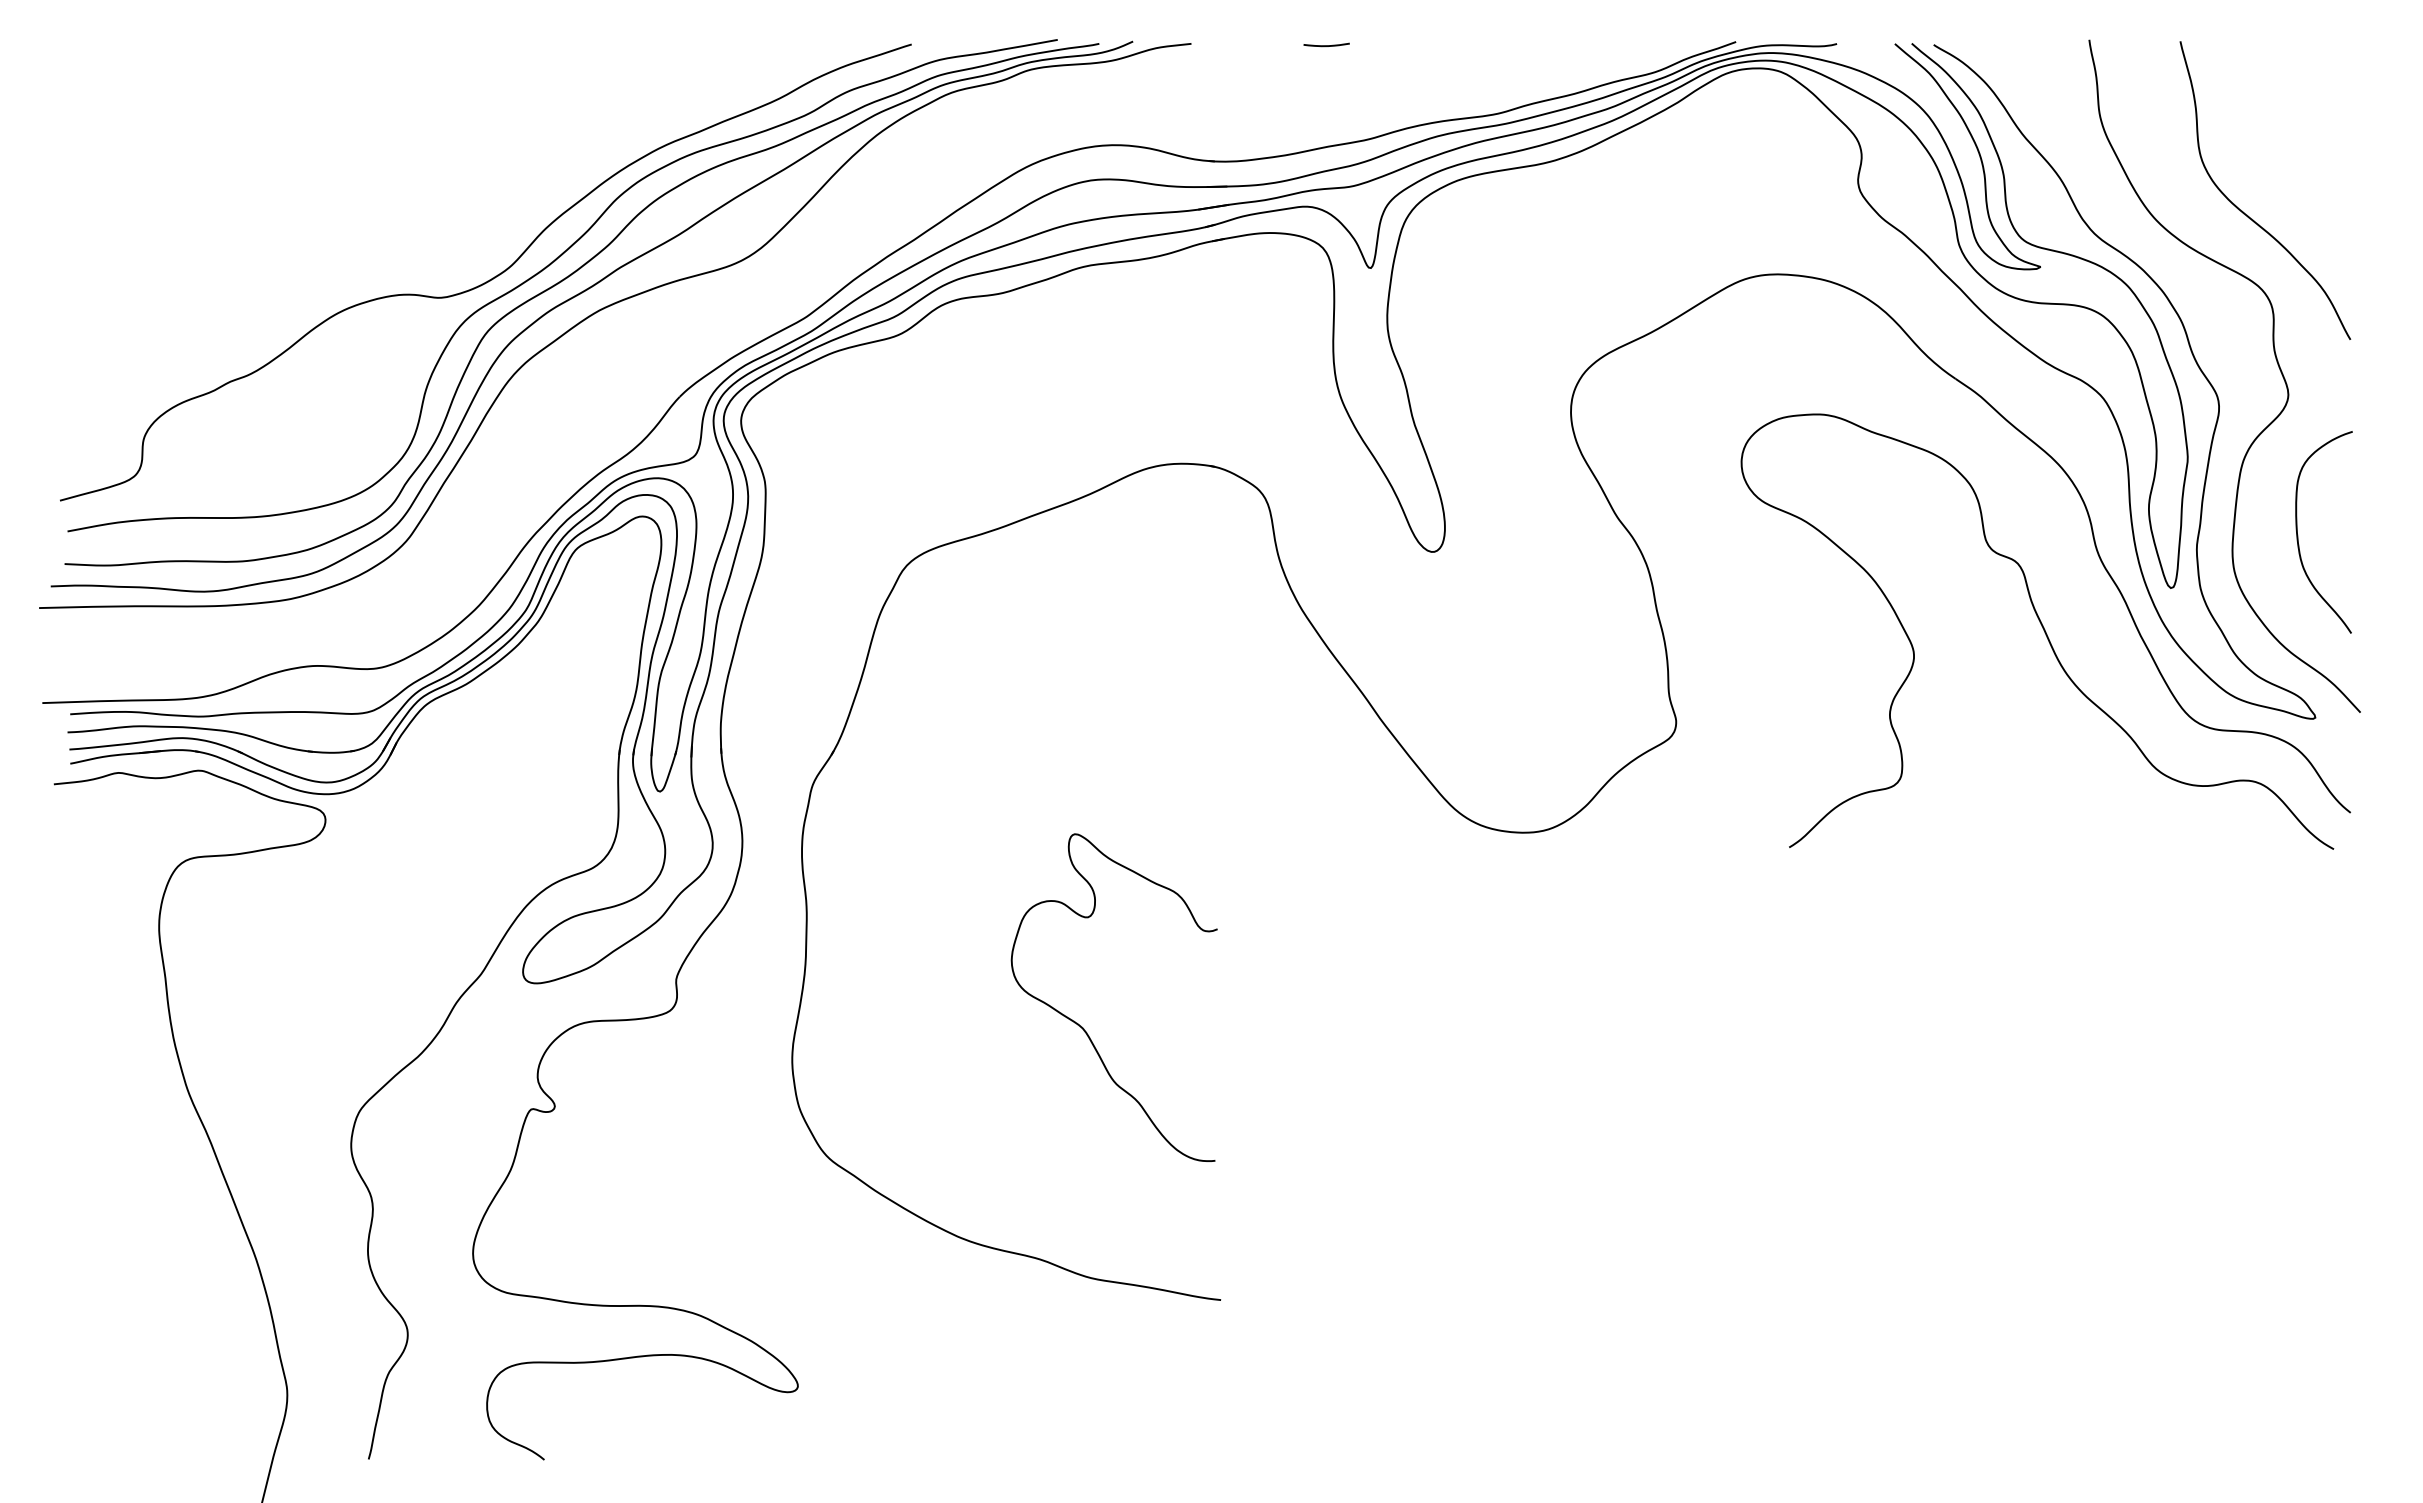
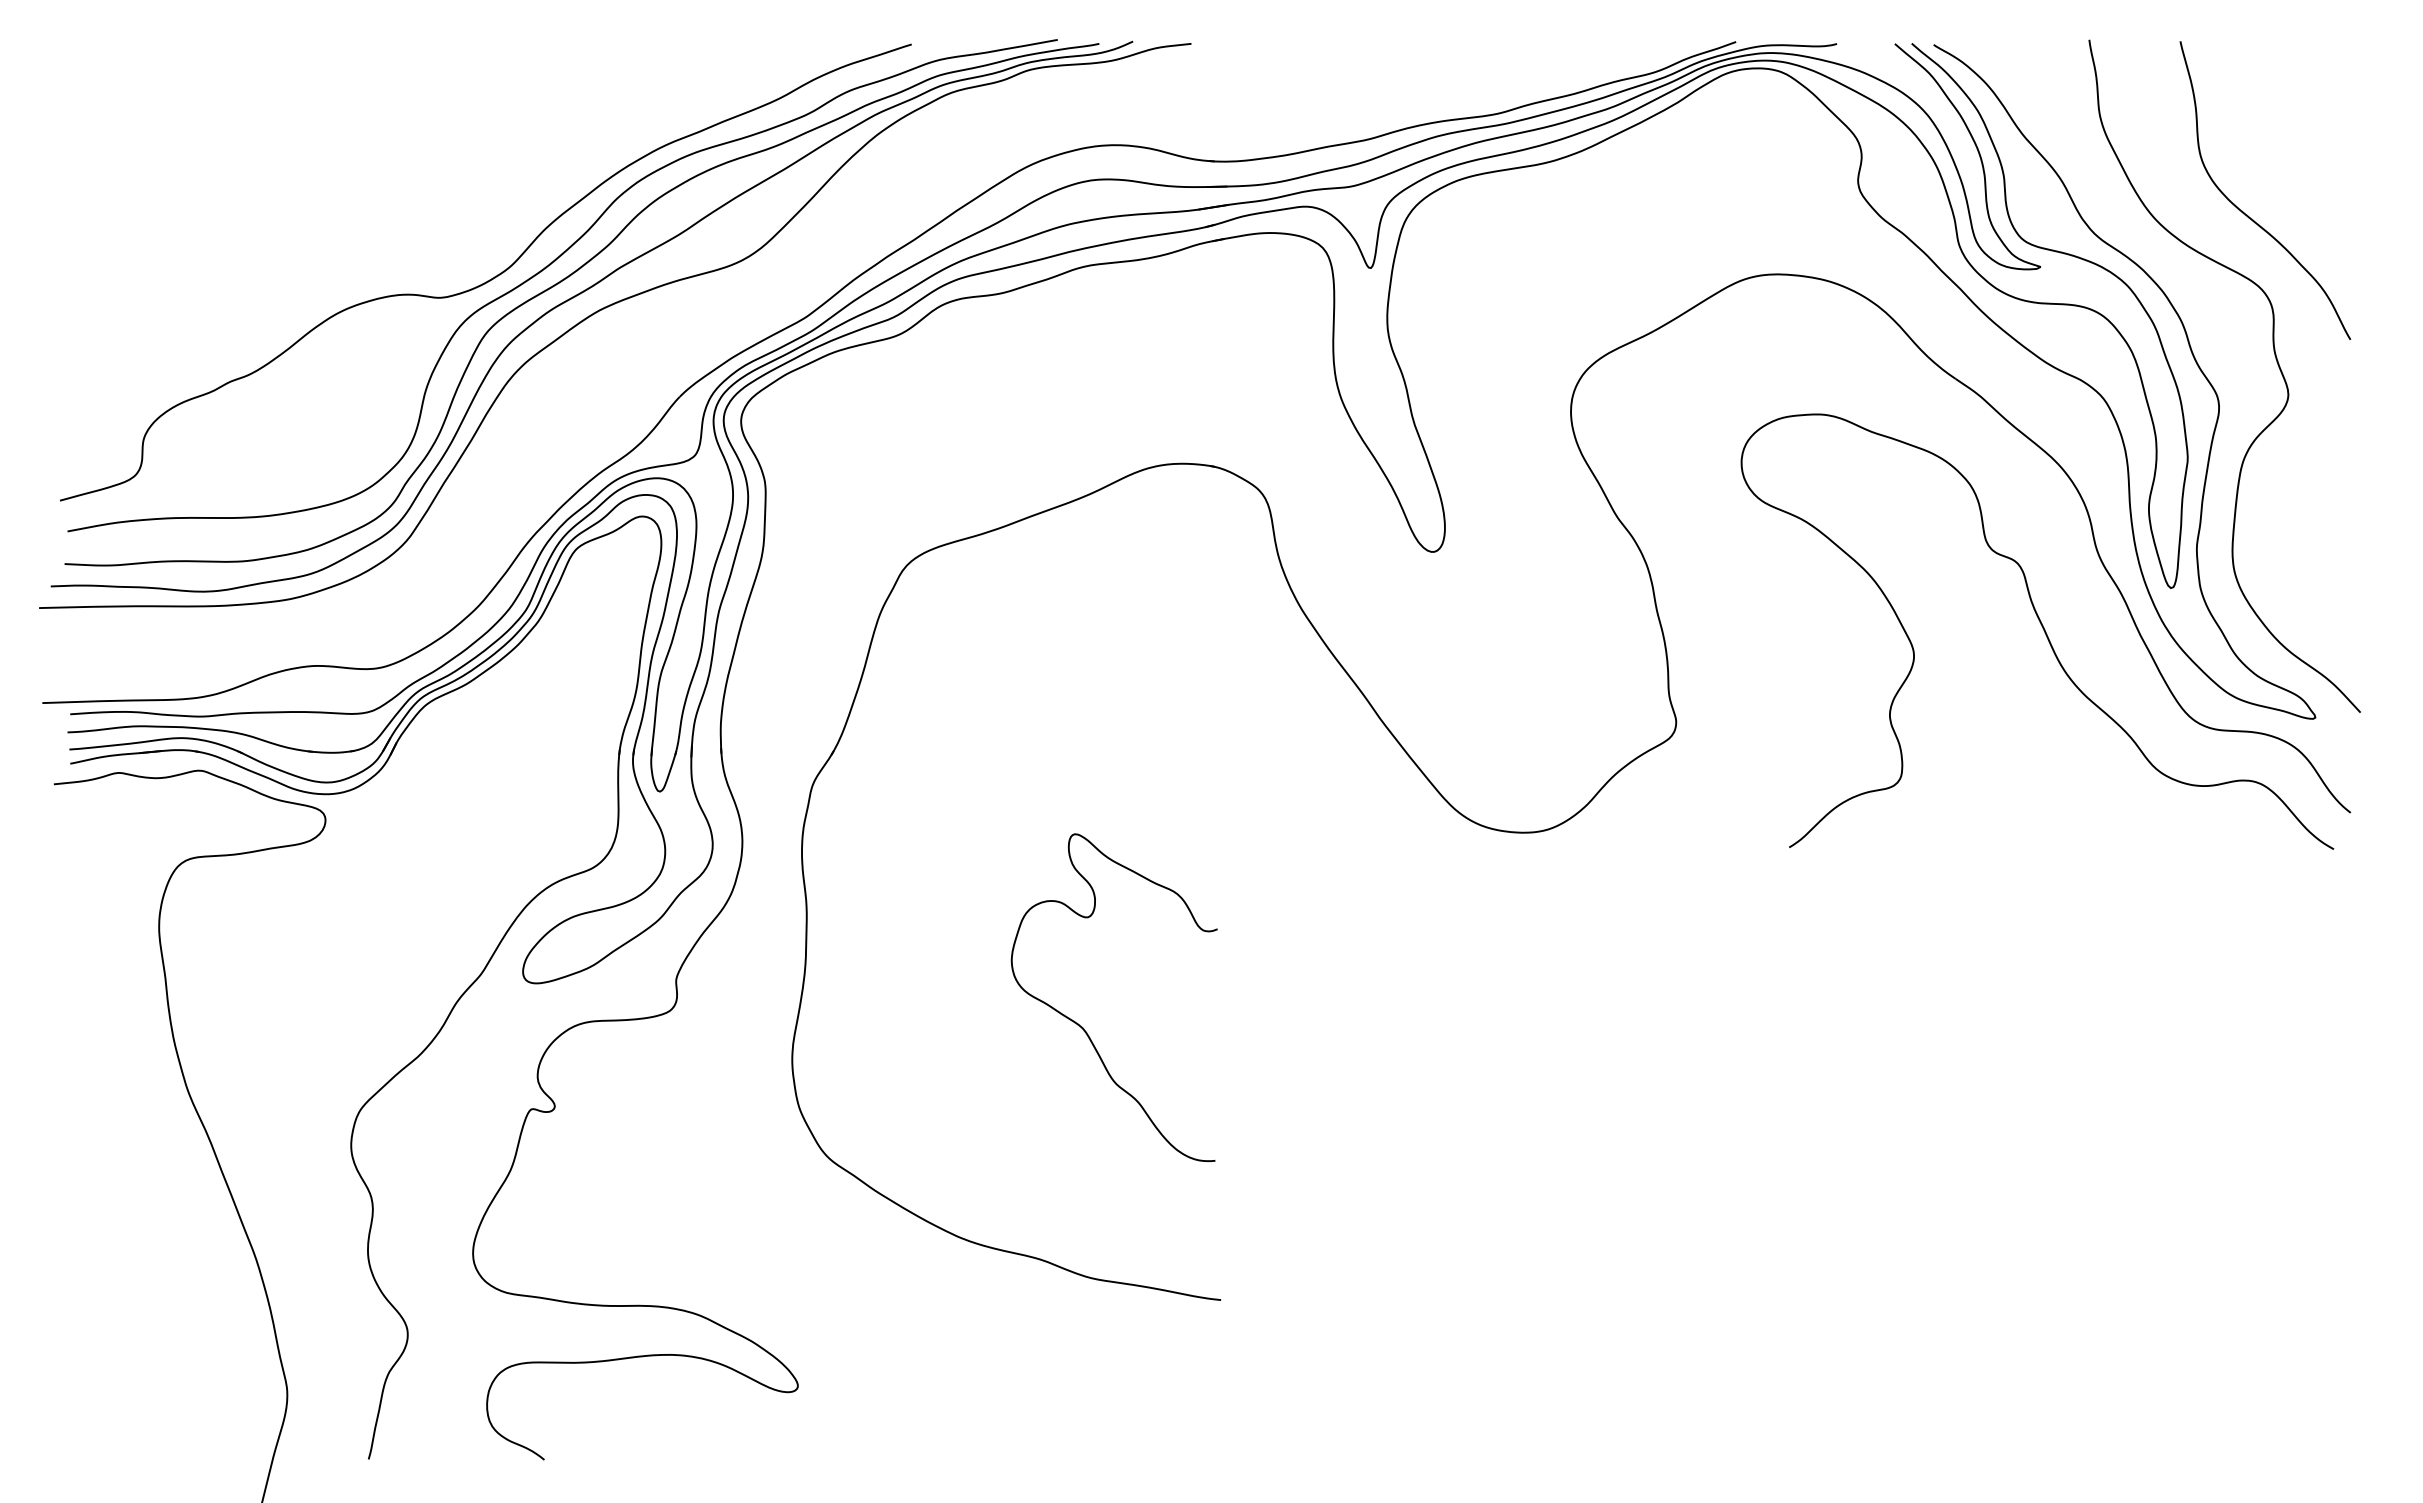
curve at (1326, 45): present -> none
curve at (2298, 535): present -> none
